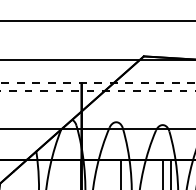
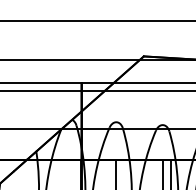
line at (97, 82): dashed -> solid
line at (98, 90): dashed -> solid
line at (121, 173) position: (121, 173) -> (116, 173)
